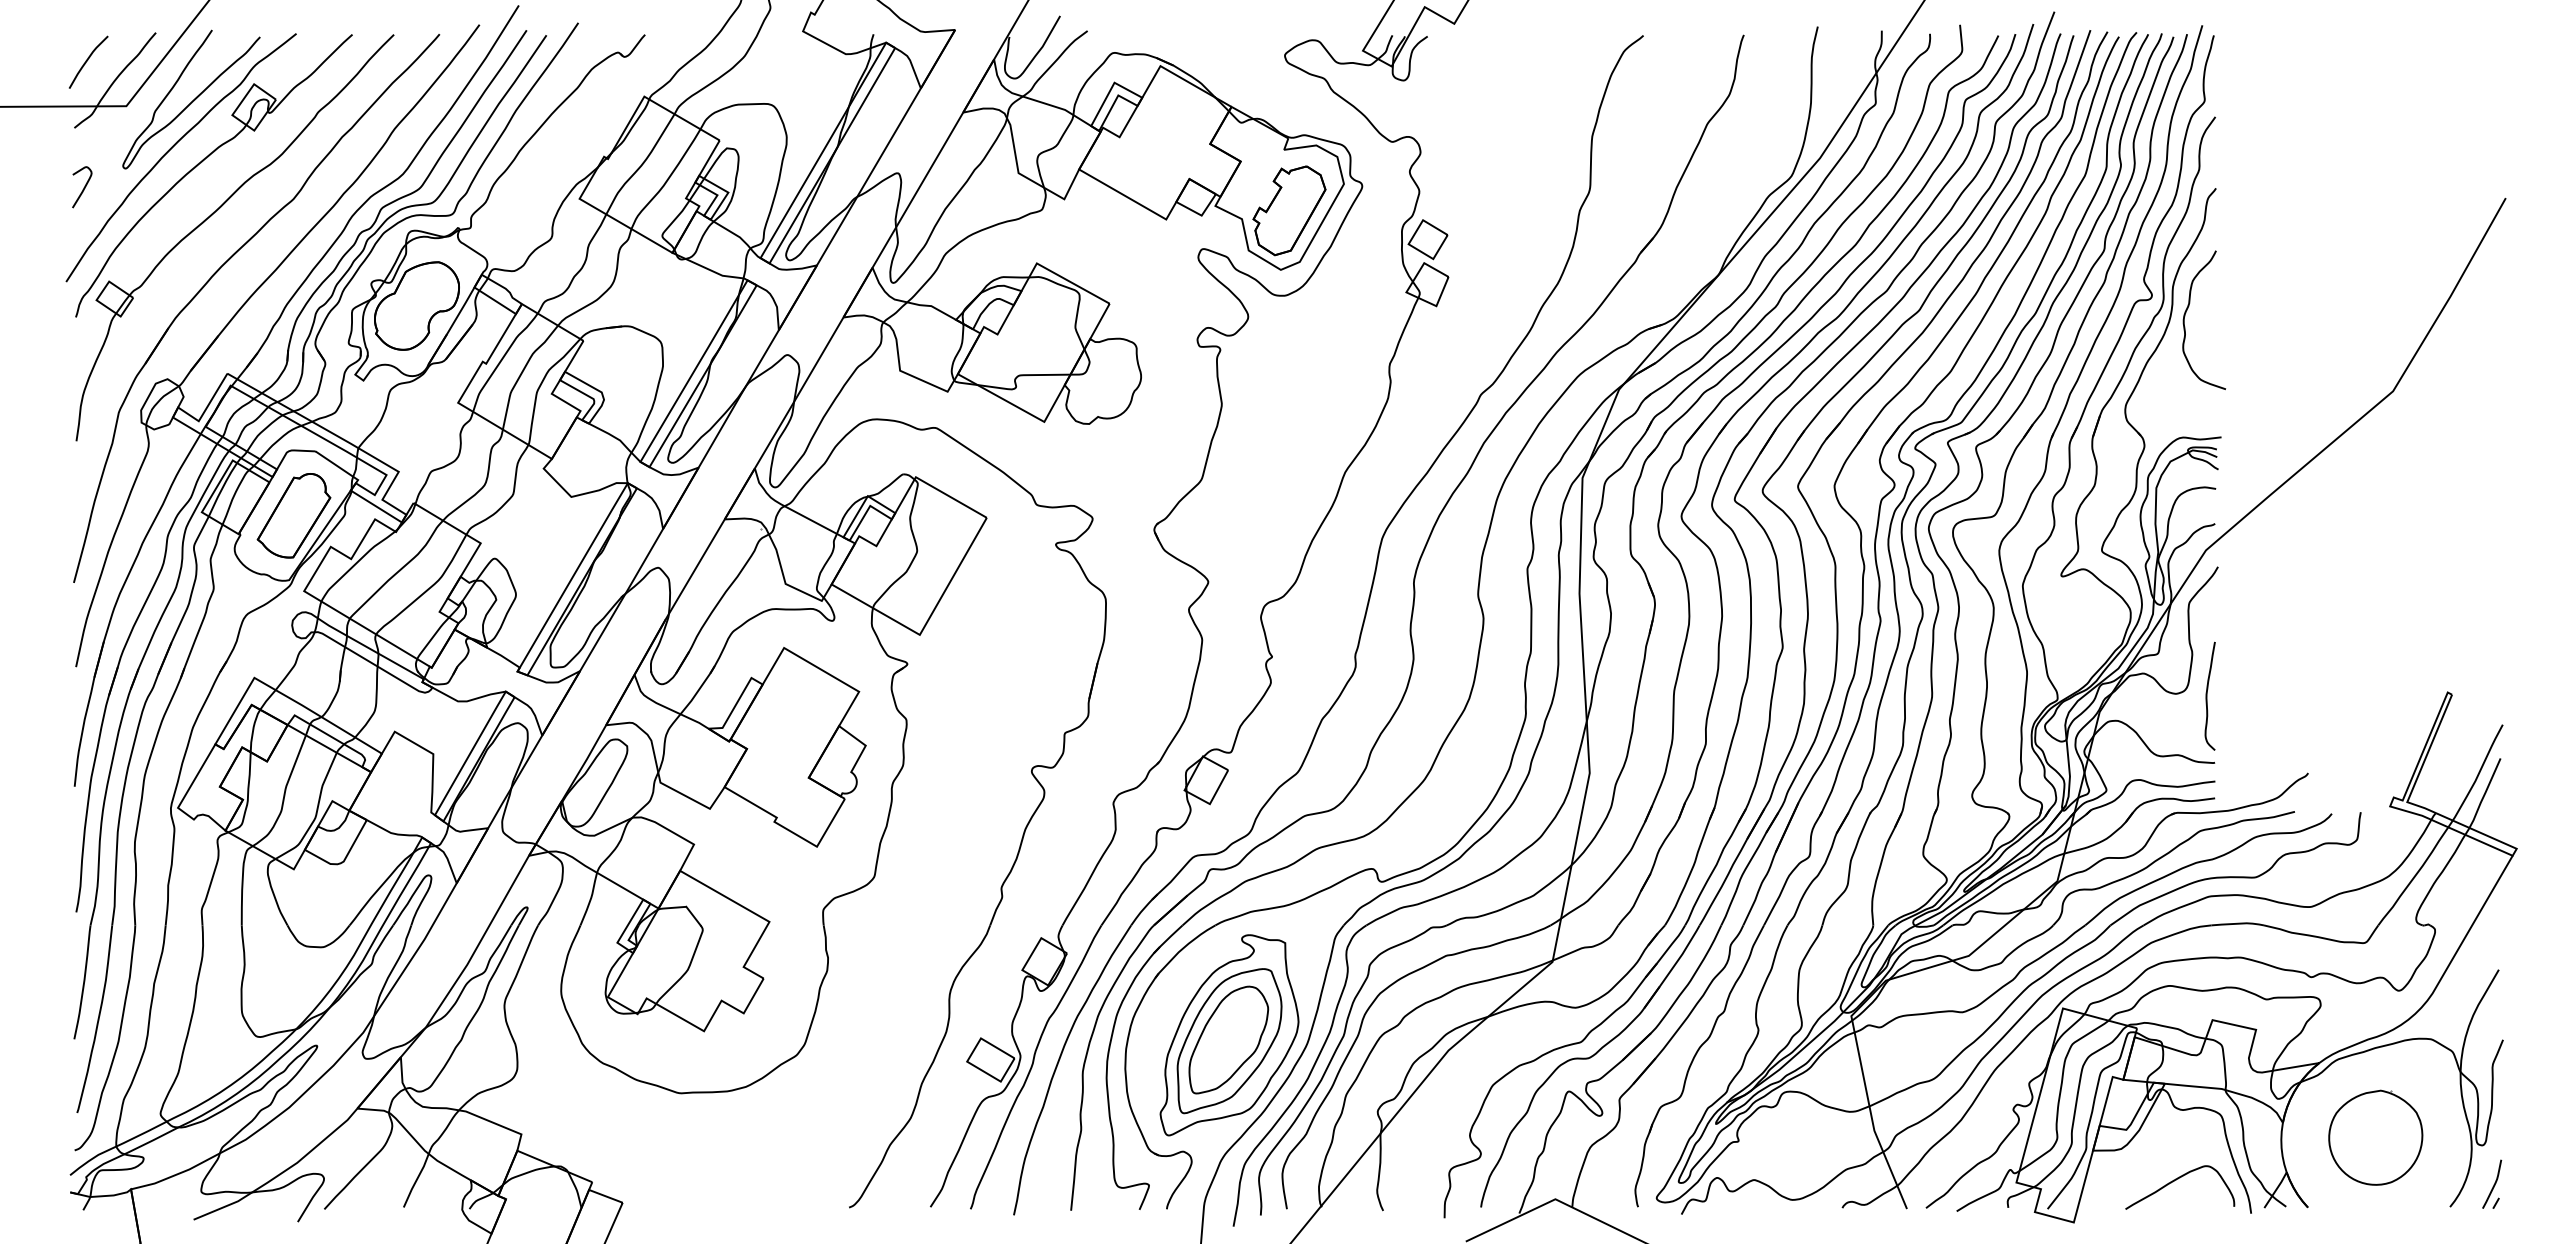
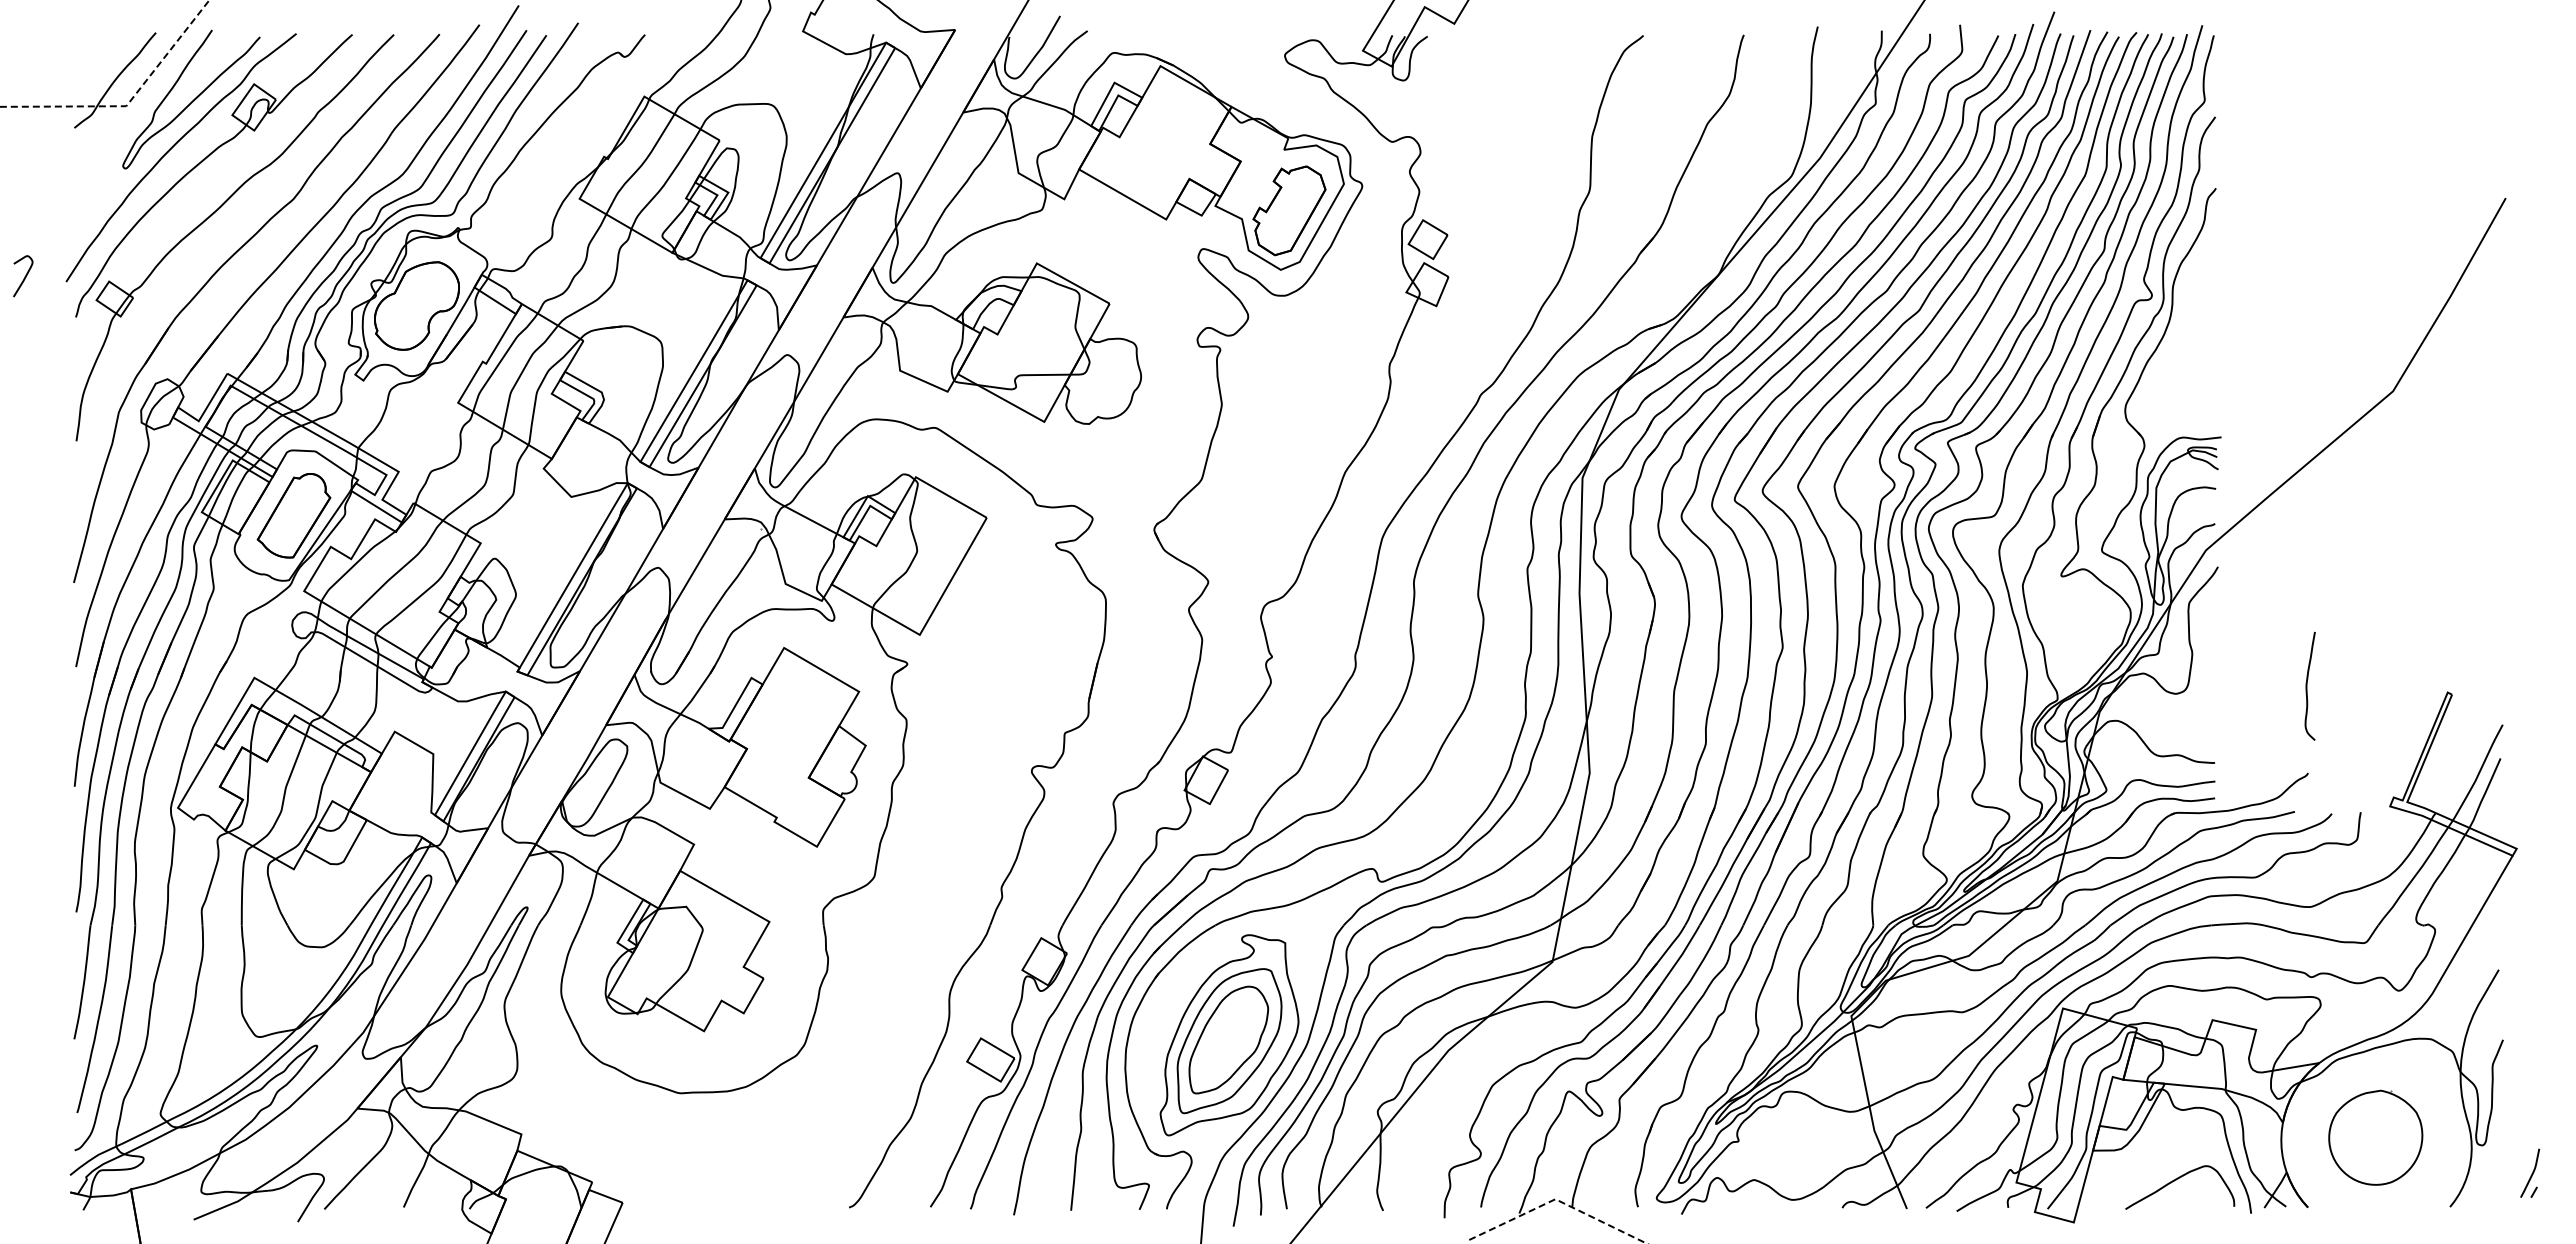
curve at (88, 60): present -> none
line at (128, 103): solid -> dashed
curve at (83, 187) position: (83, 187) -> (24, 276)
curve at (2186, 313): present -> none
curve at (2207, 695) position: (2207, 695) -> (2307, 685)
part at (2492, 1183) position: (2492, 1183) -> (2530, 1172)
line at (1555, 1199): solid -> dashed
